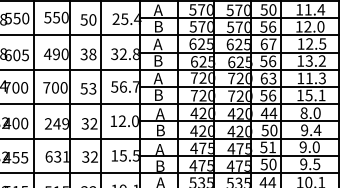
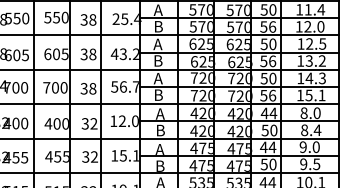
text at (88, 19): 50 -> 38
text at (268, 44): 67 -> 50
text at (55, 54): 490 -> 605
text at (124, 54): 32.8 -> 43.2
text at (268, 78): 63 -> 50
text at (309, 78): 11.3 -> 14.3
text at (88, 88): 53 -> 38
text at (56, 123): 249 -> 400
text at (304, 130): 9.4 -> 8.4
text at (268, 147): 51 -> 44
text at (135, 155): 15.5 -> 15.1
text at (56, 156): 631 -> 455
